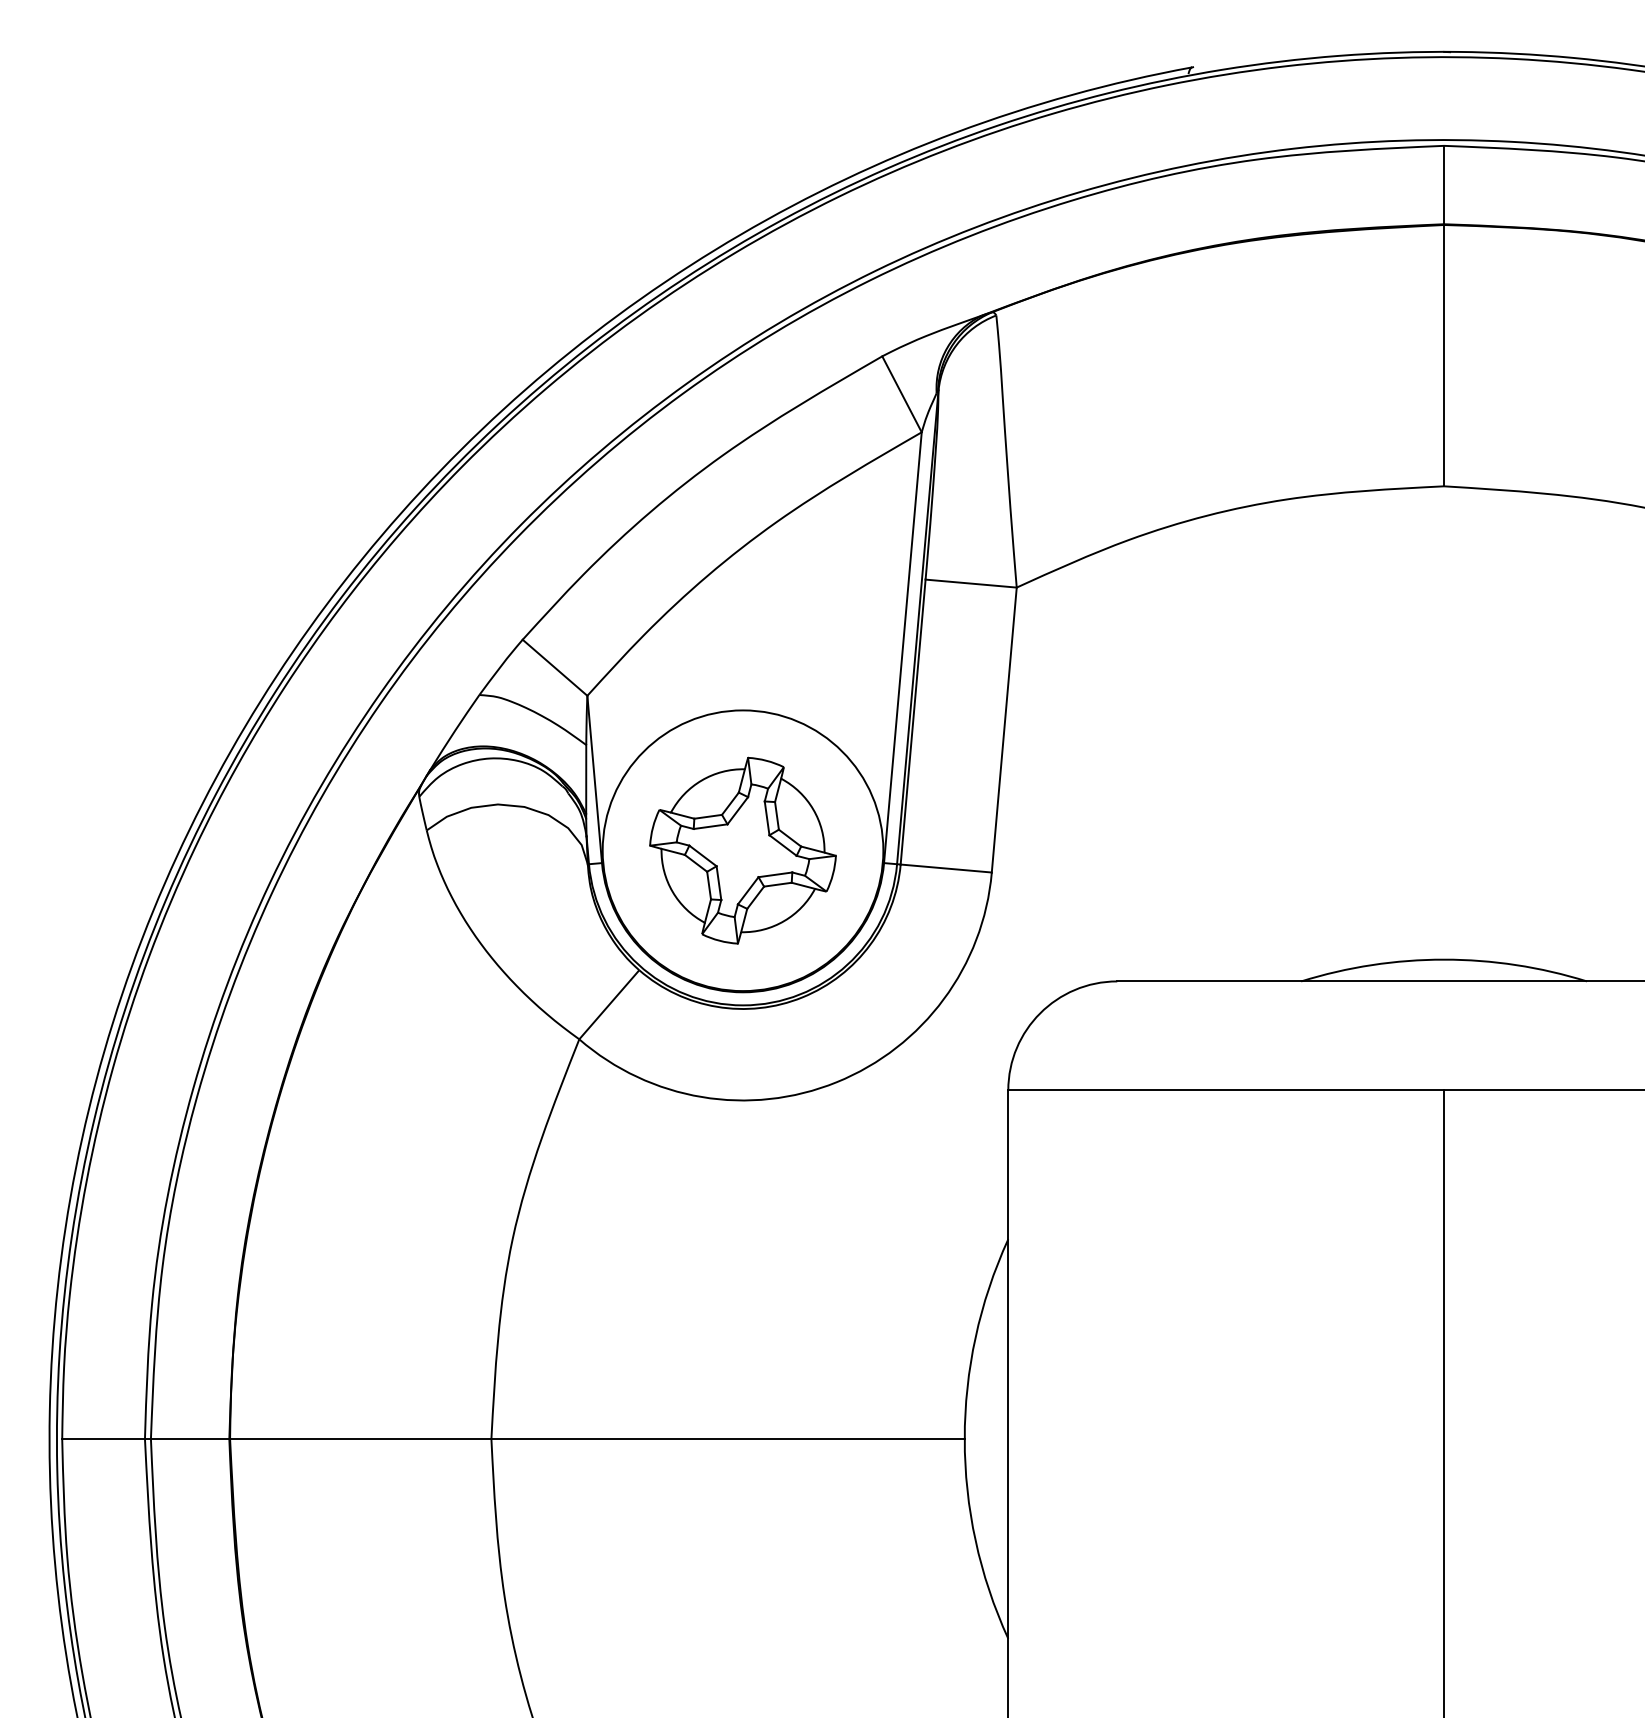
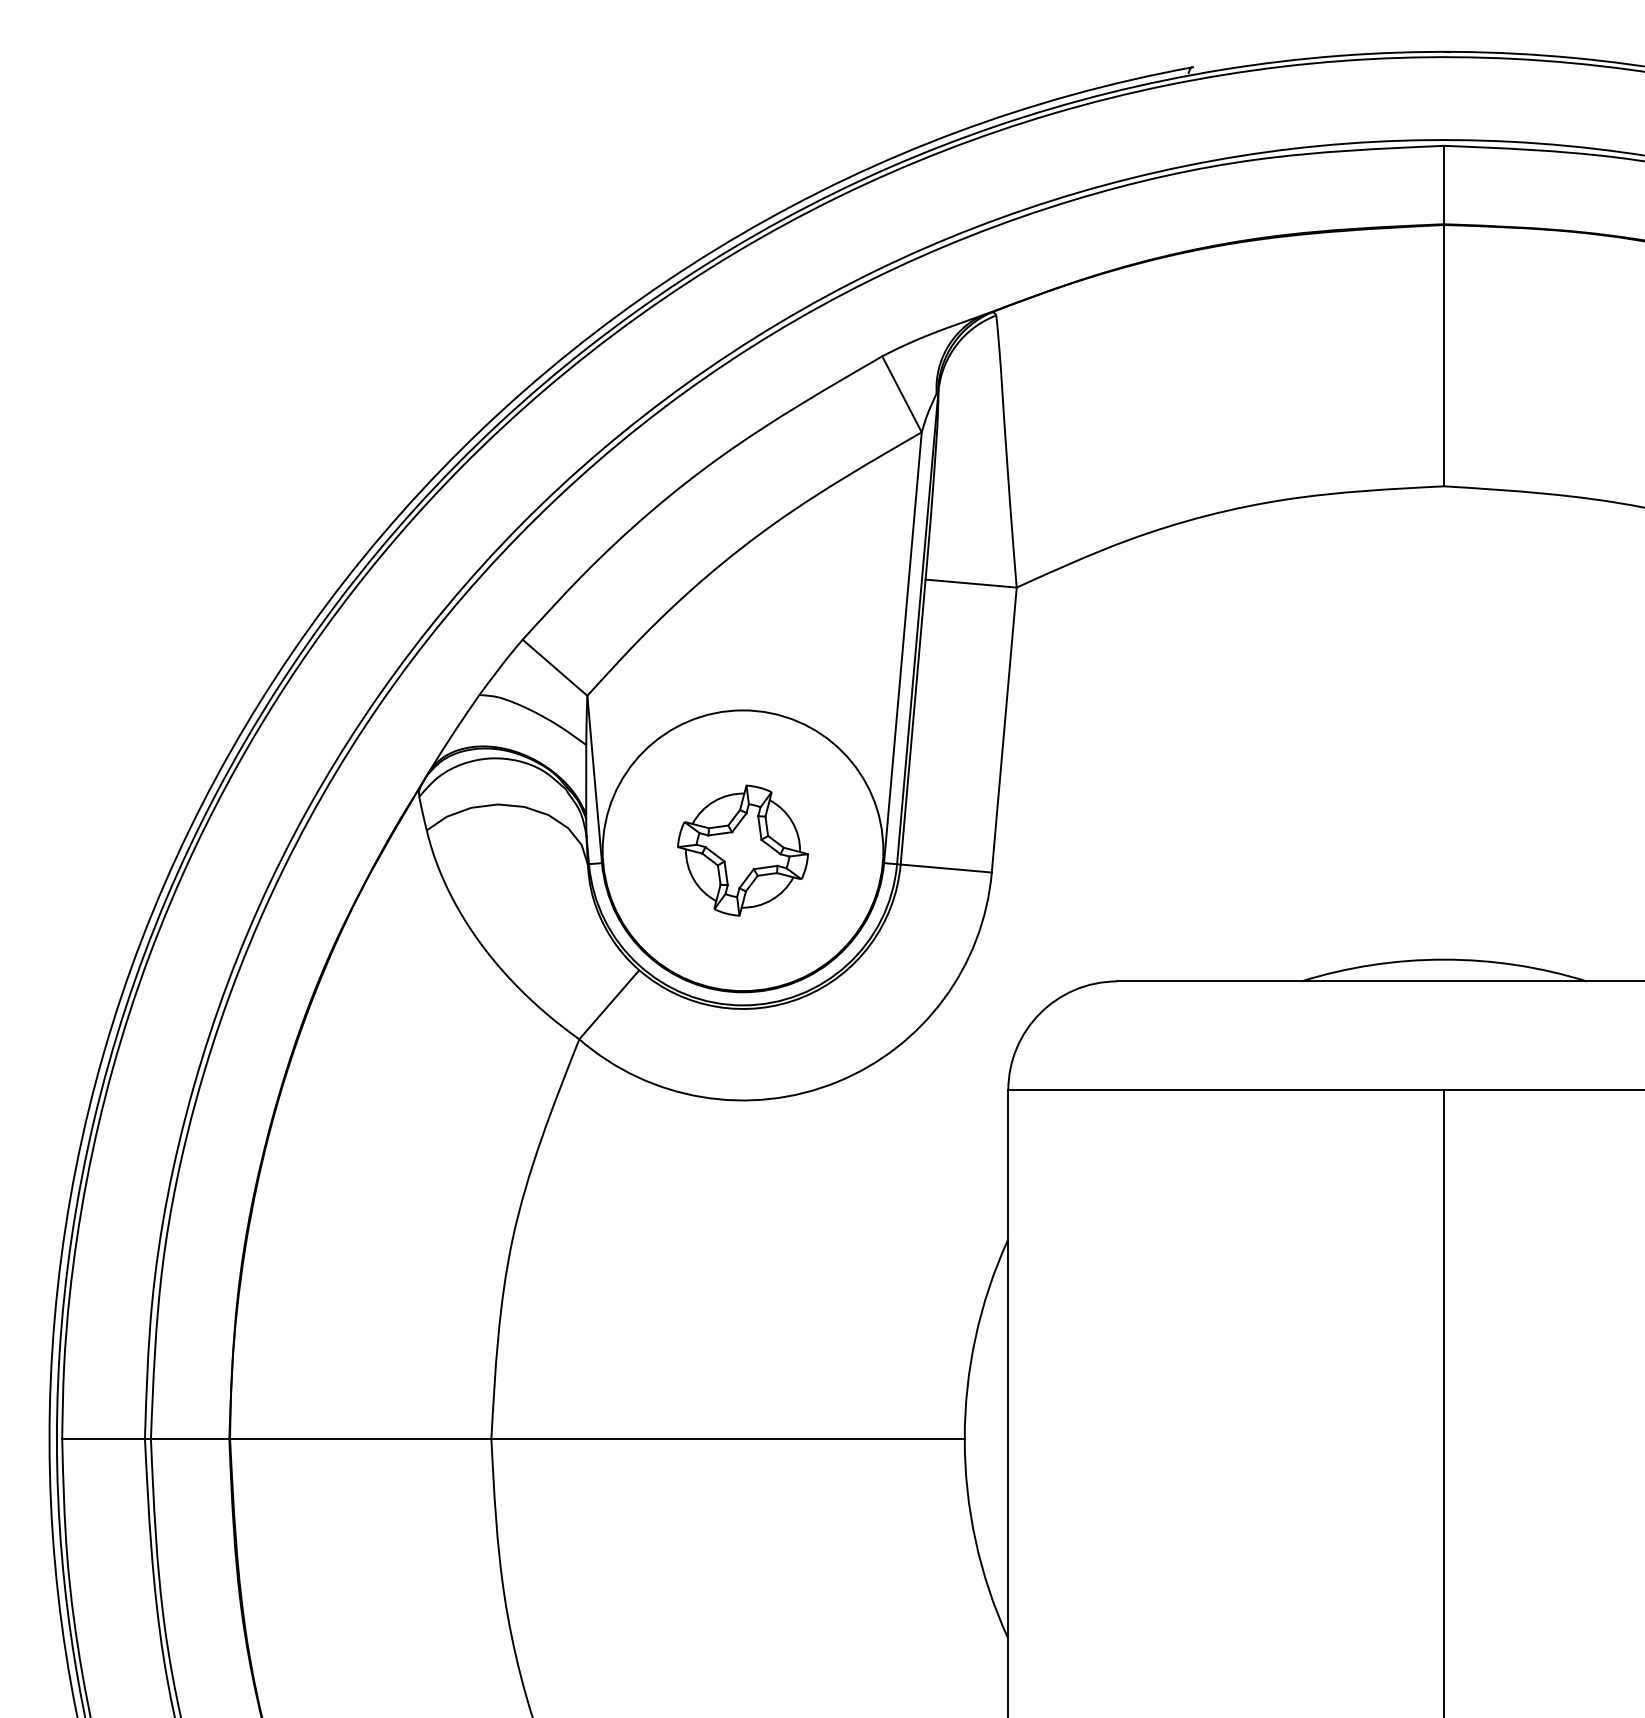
part at (742, 850) size: 188x189 px -> 132x133 px
